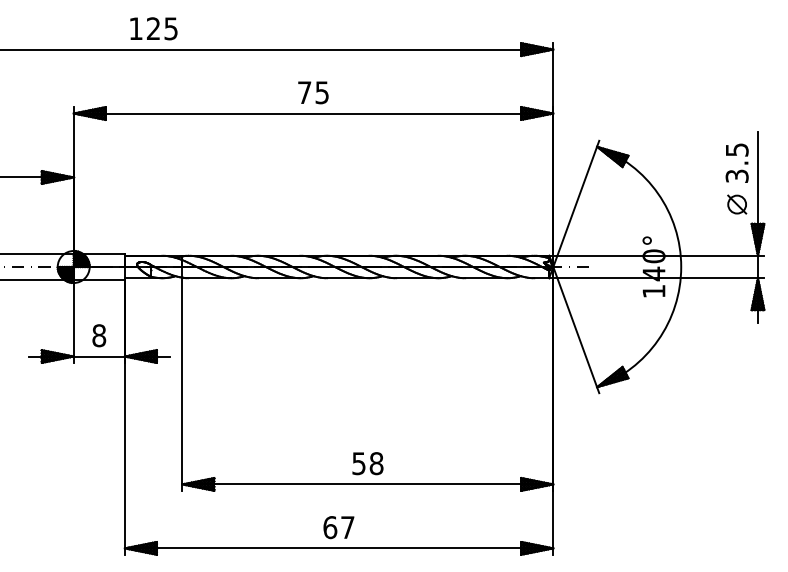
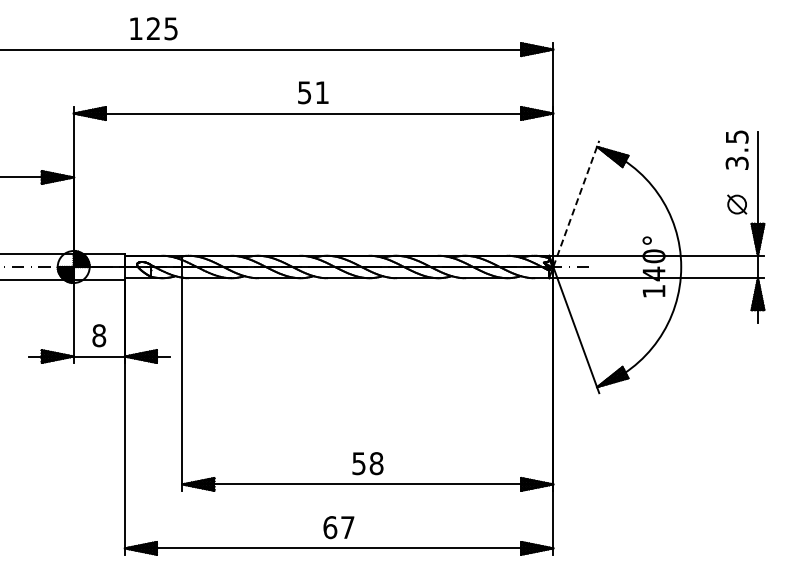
text at (313, 92): 75 -> 51
text at (736, 162) position: (736, 162) -> (736, 149)
line at (576, 203): solid -> dashed
